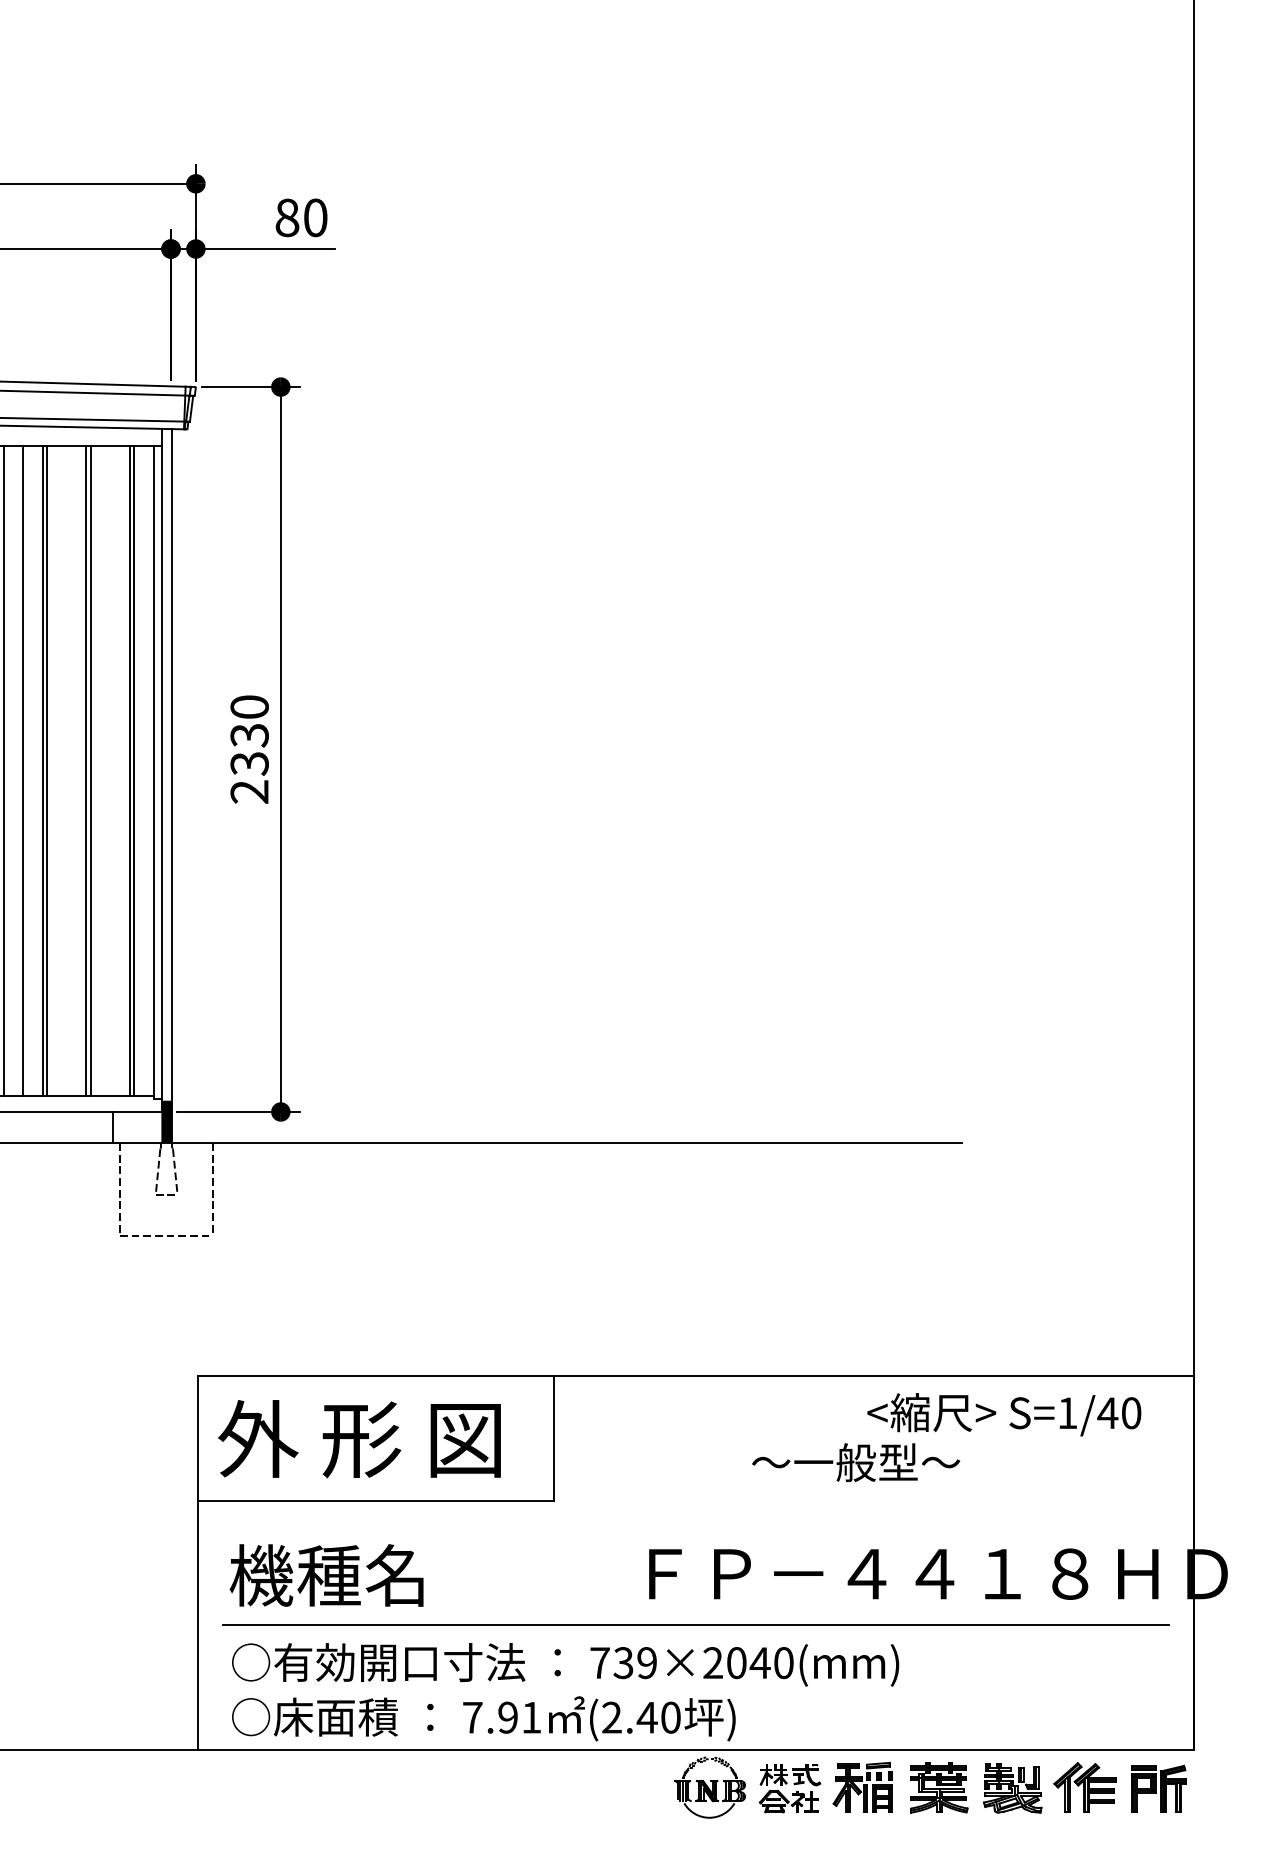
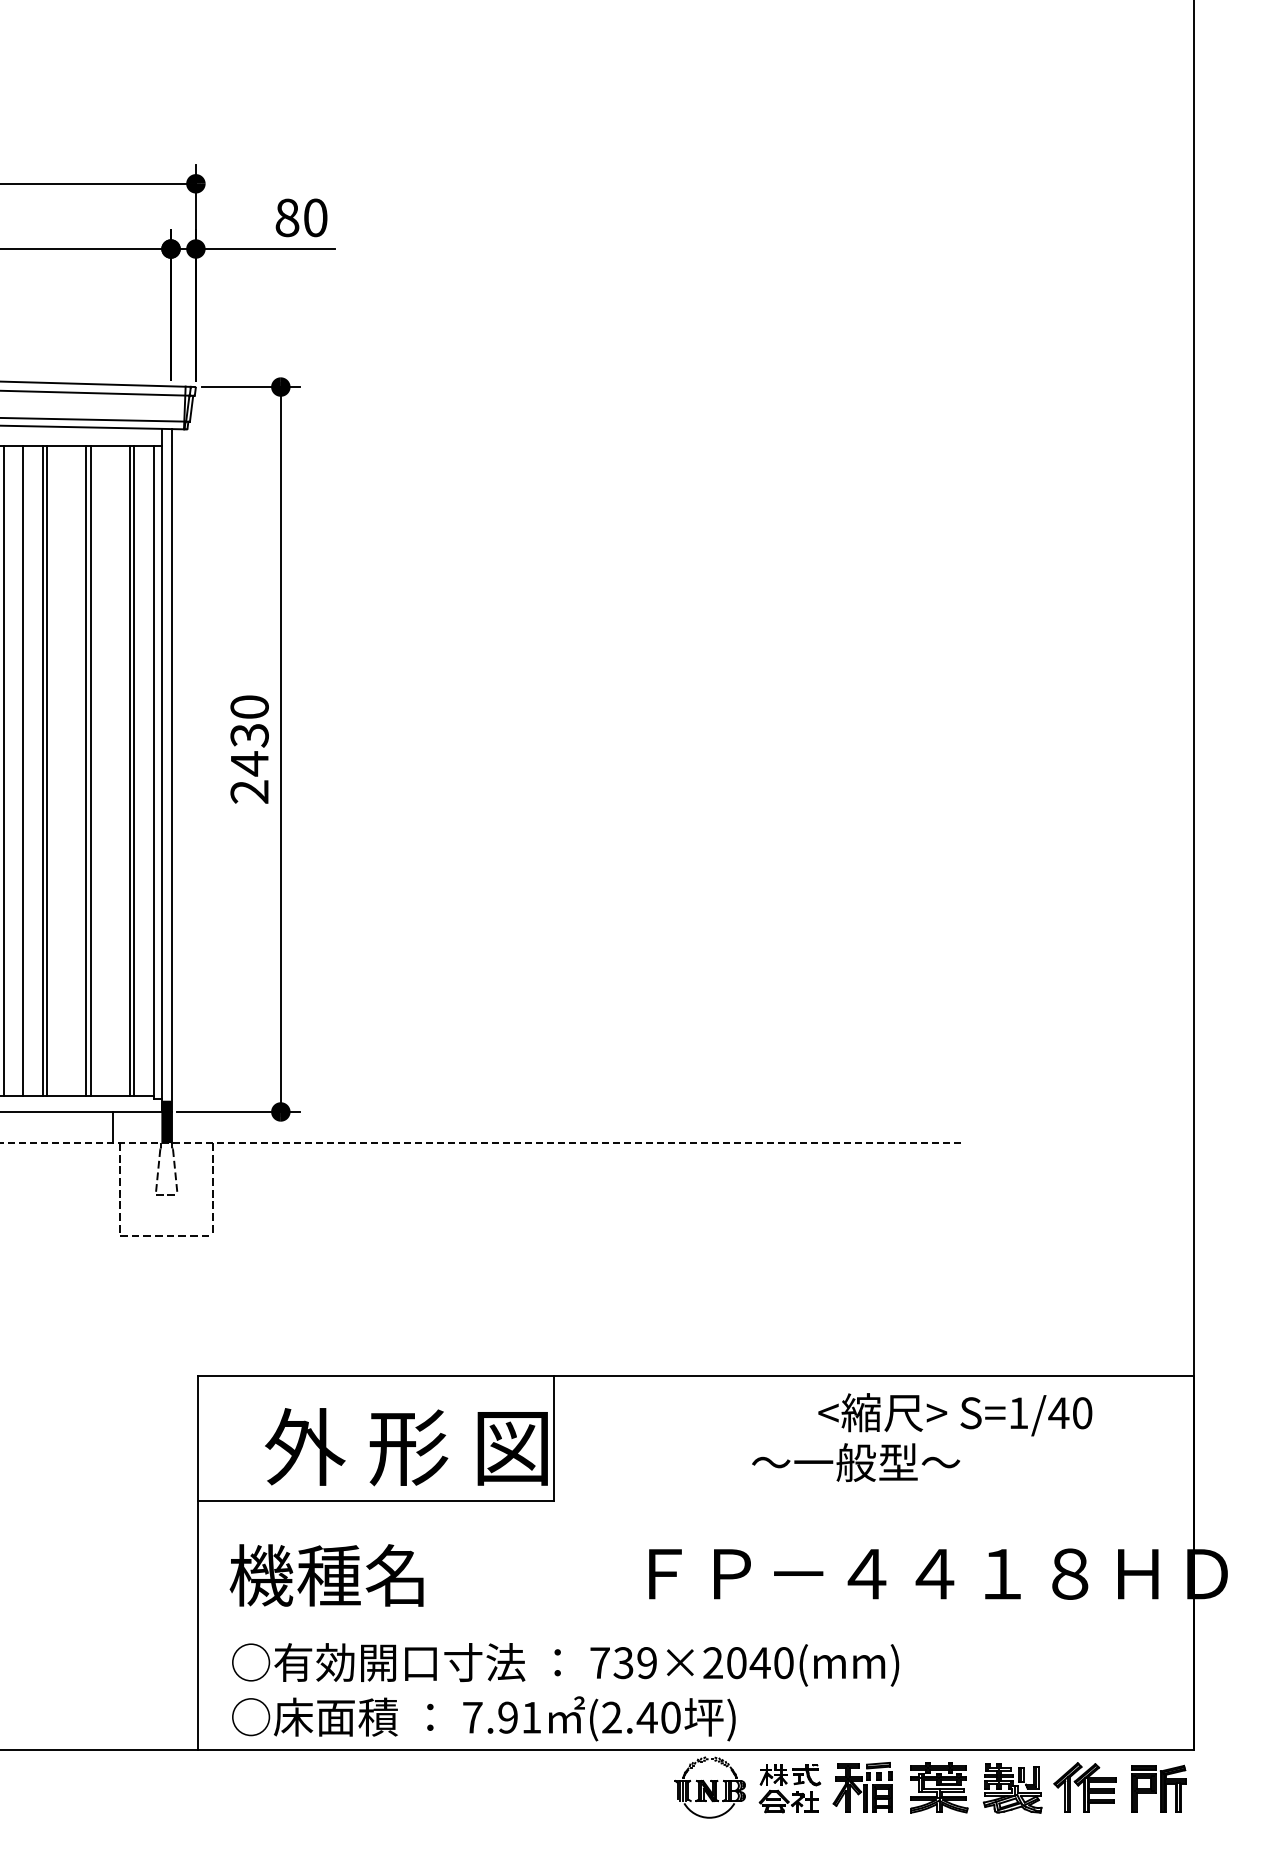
text at (249, 763): 2330 -> 2430
line at (481, 1143): solid -> dashed
text at (1004, 1414) position: (1004, 1414) -> (955, 1414)
text at (359, 1439) position: (359, 1439) -> (406, 1447)
line at (695, 1625): present -> none
